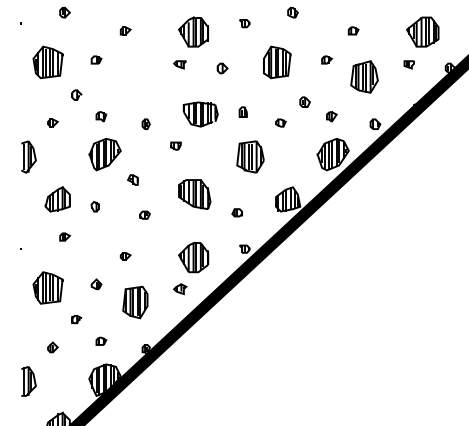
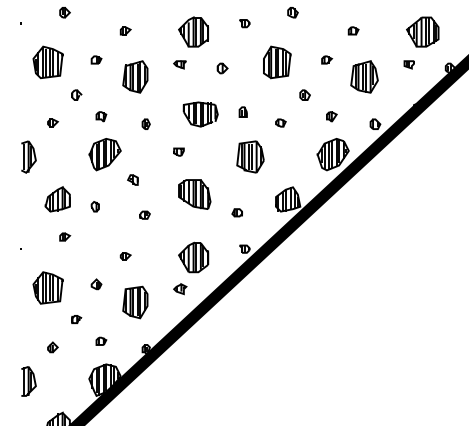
part at (135, 76): none -> present
part at (304, 101) position: (304, 101) -> (304, 94)
part at (175, 145) position: (175, 145) -> (178, 151)
